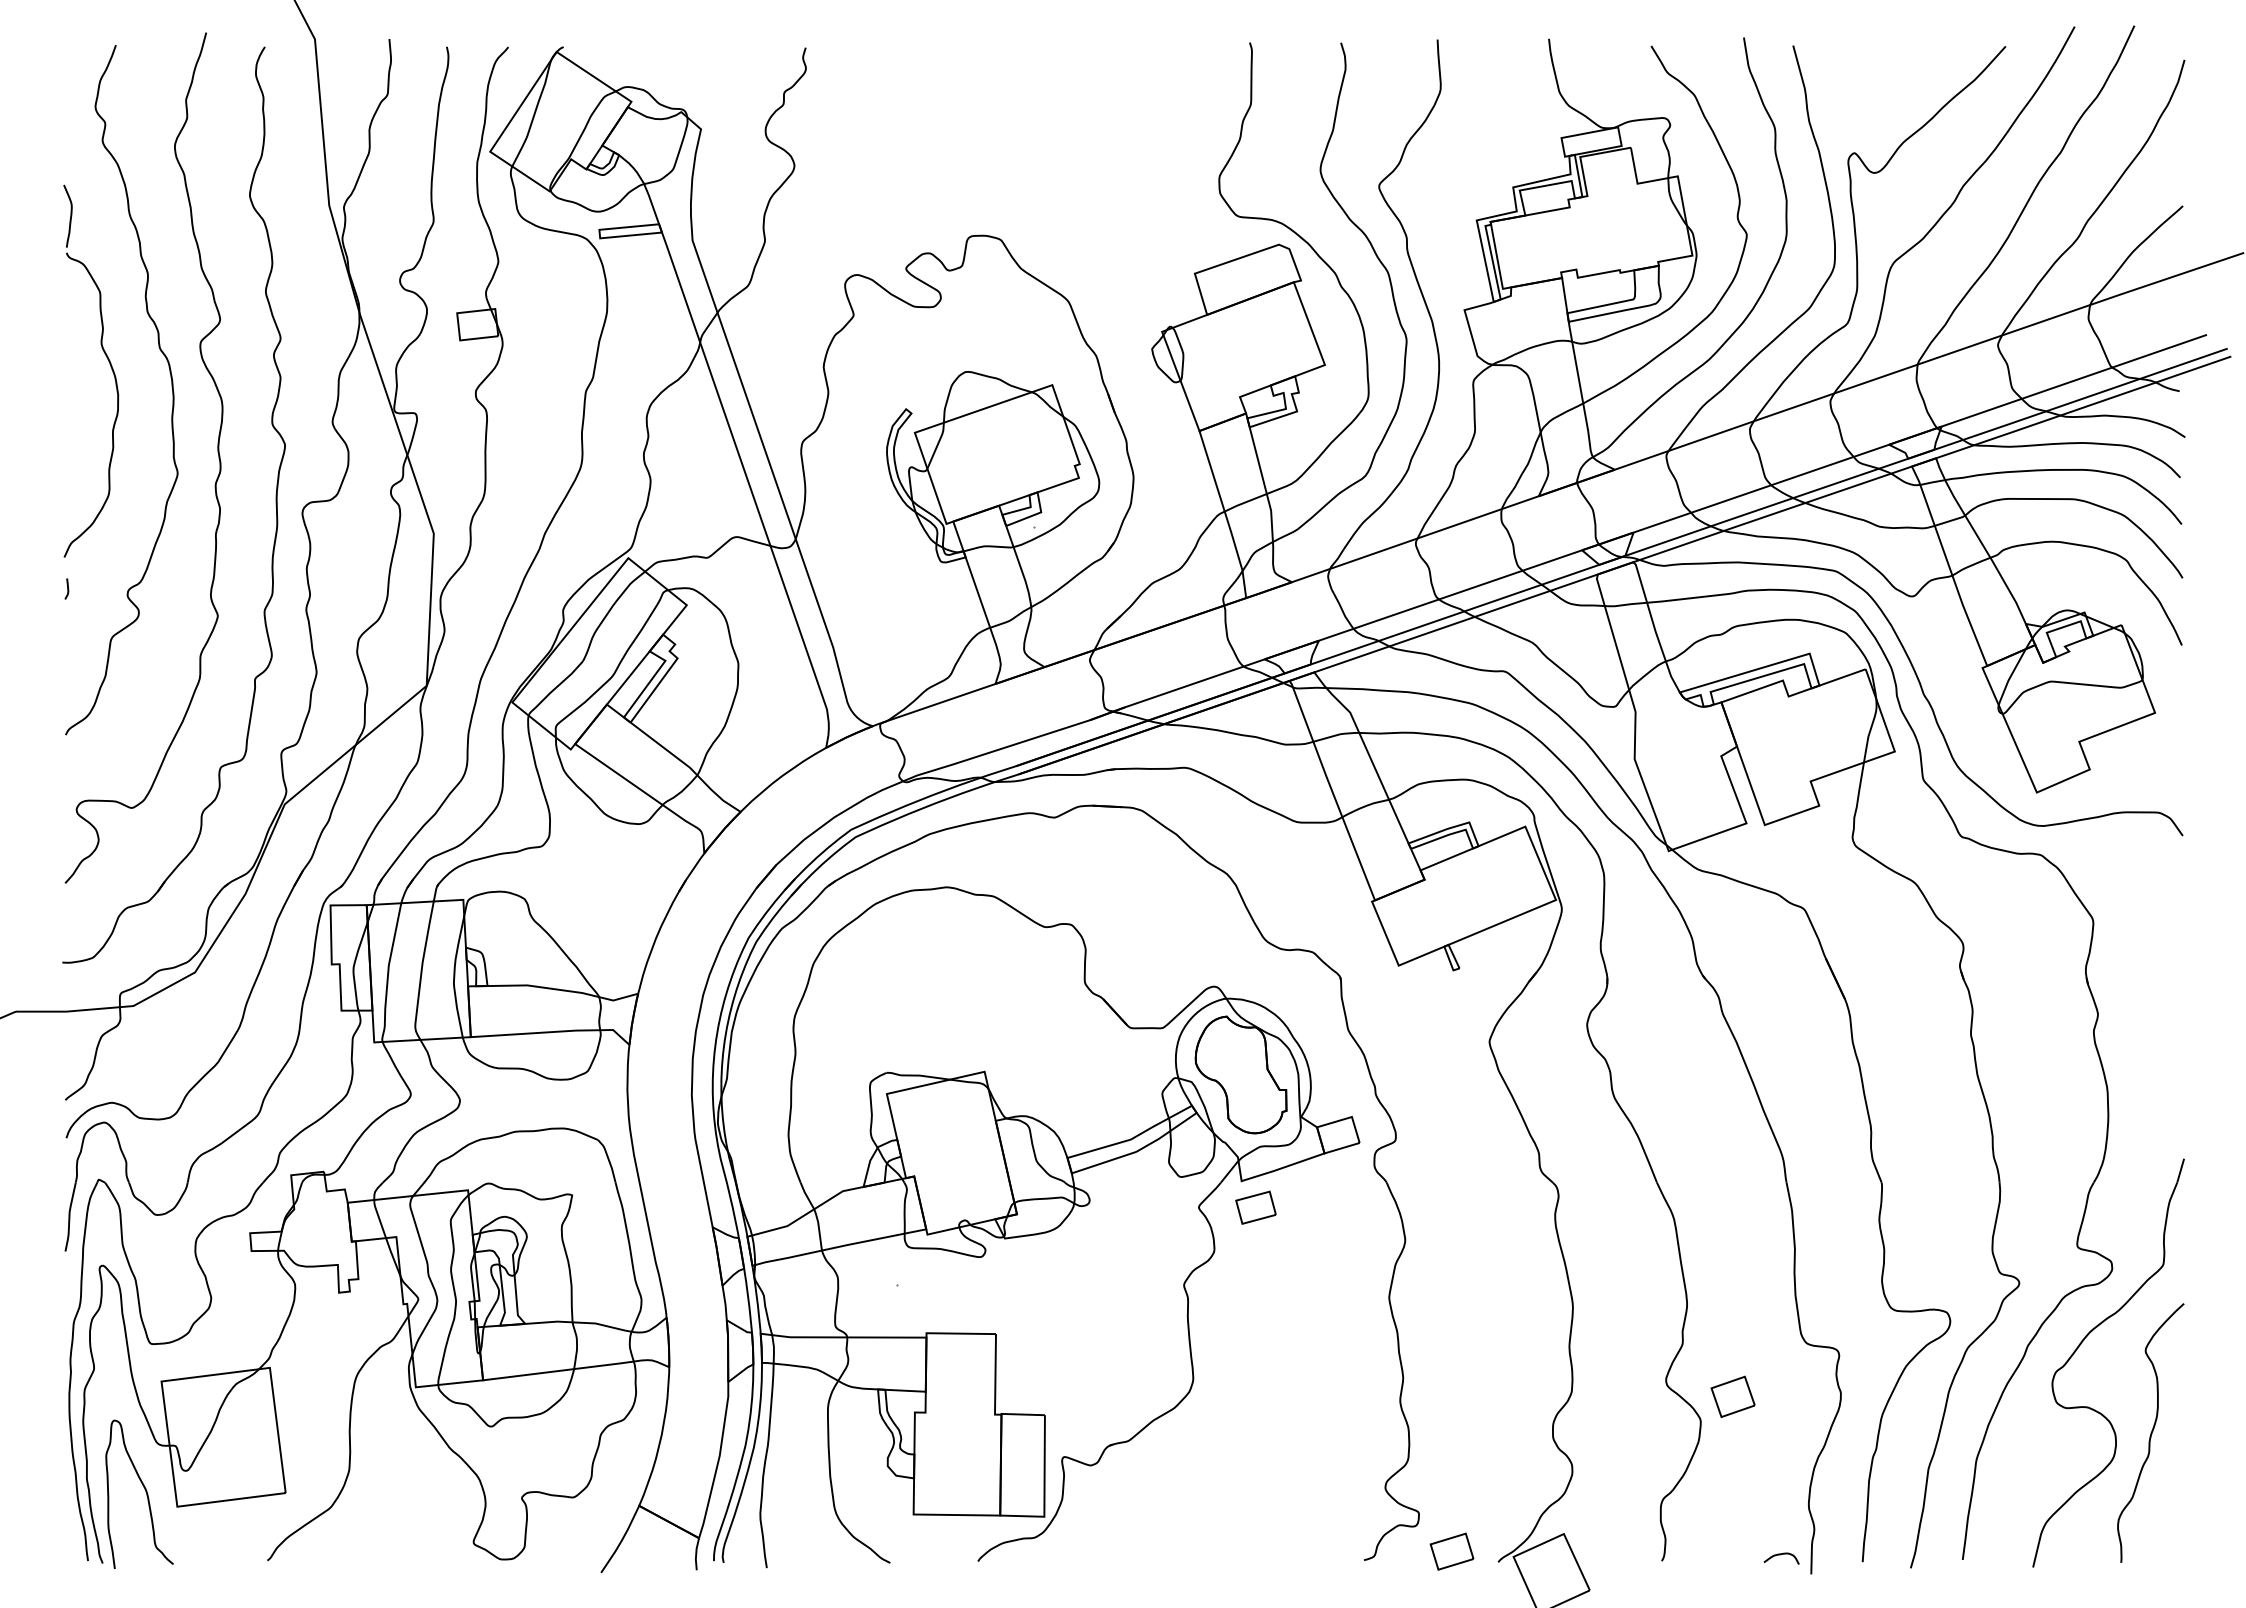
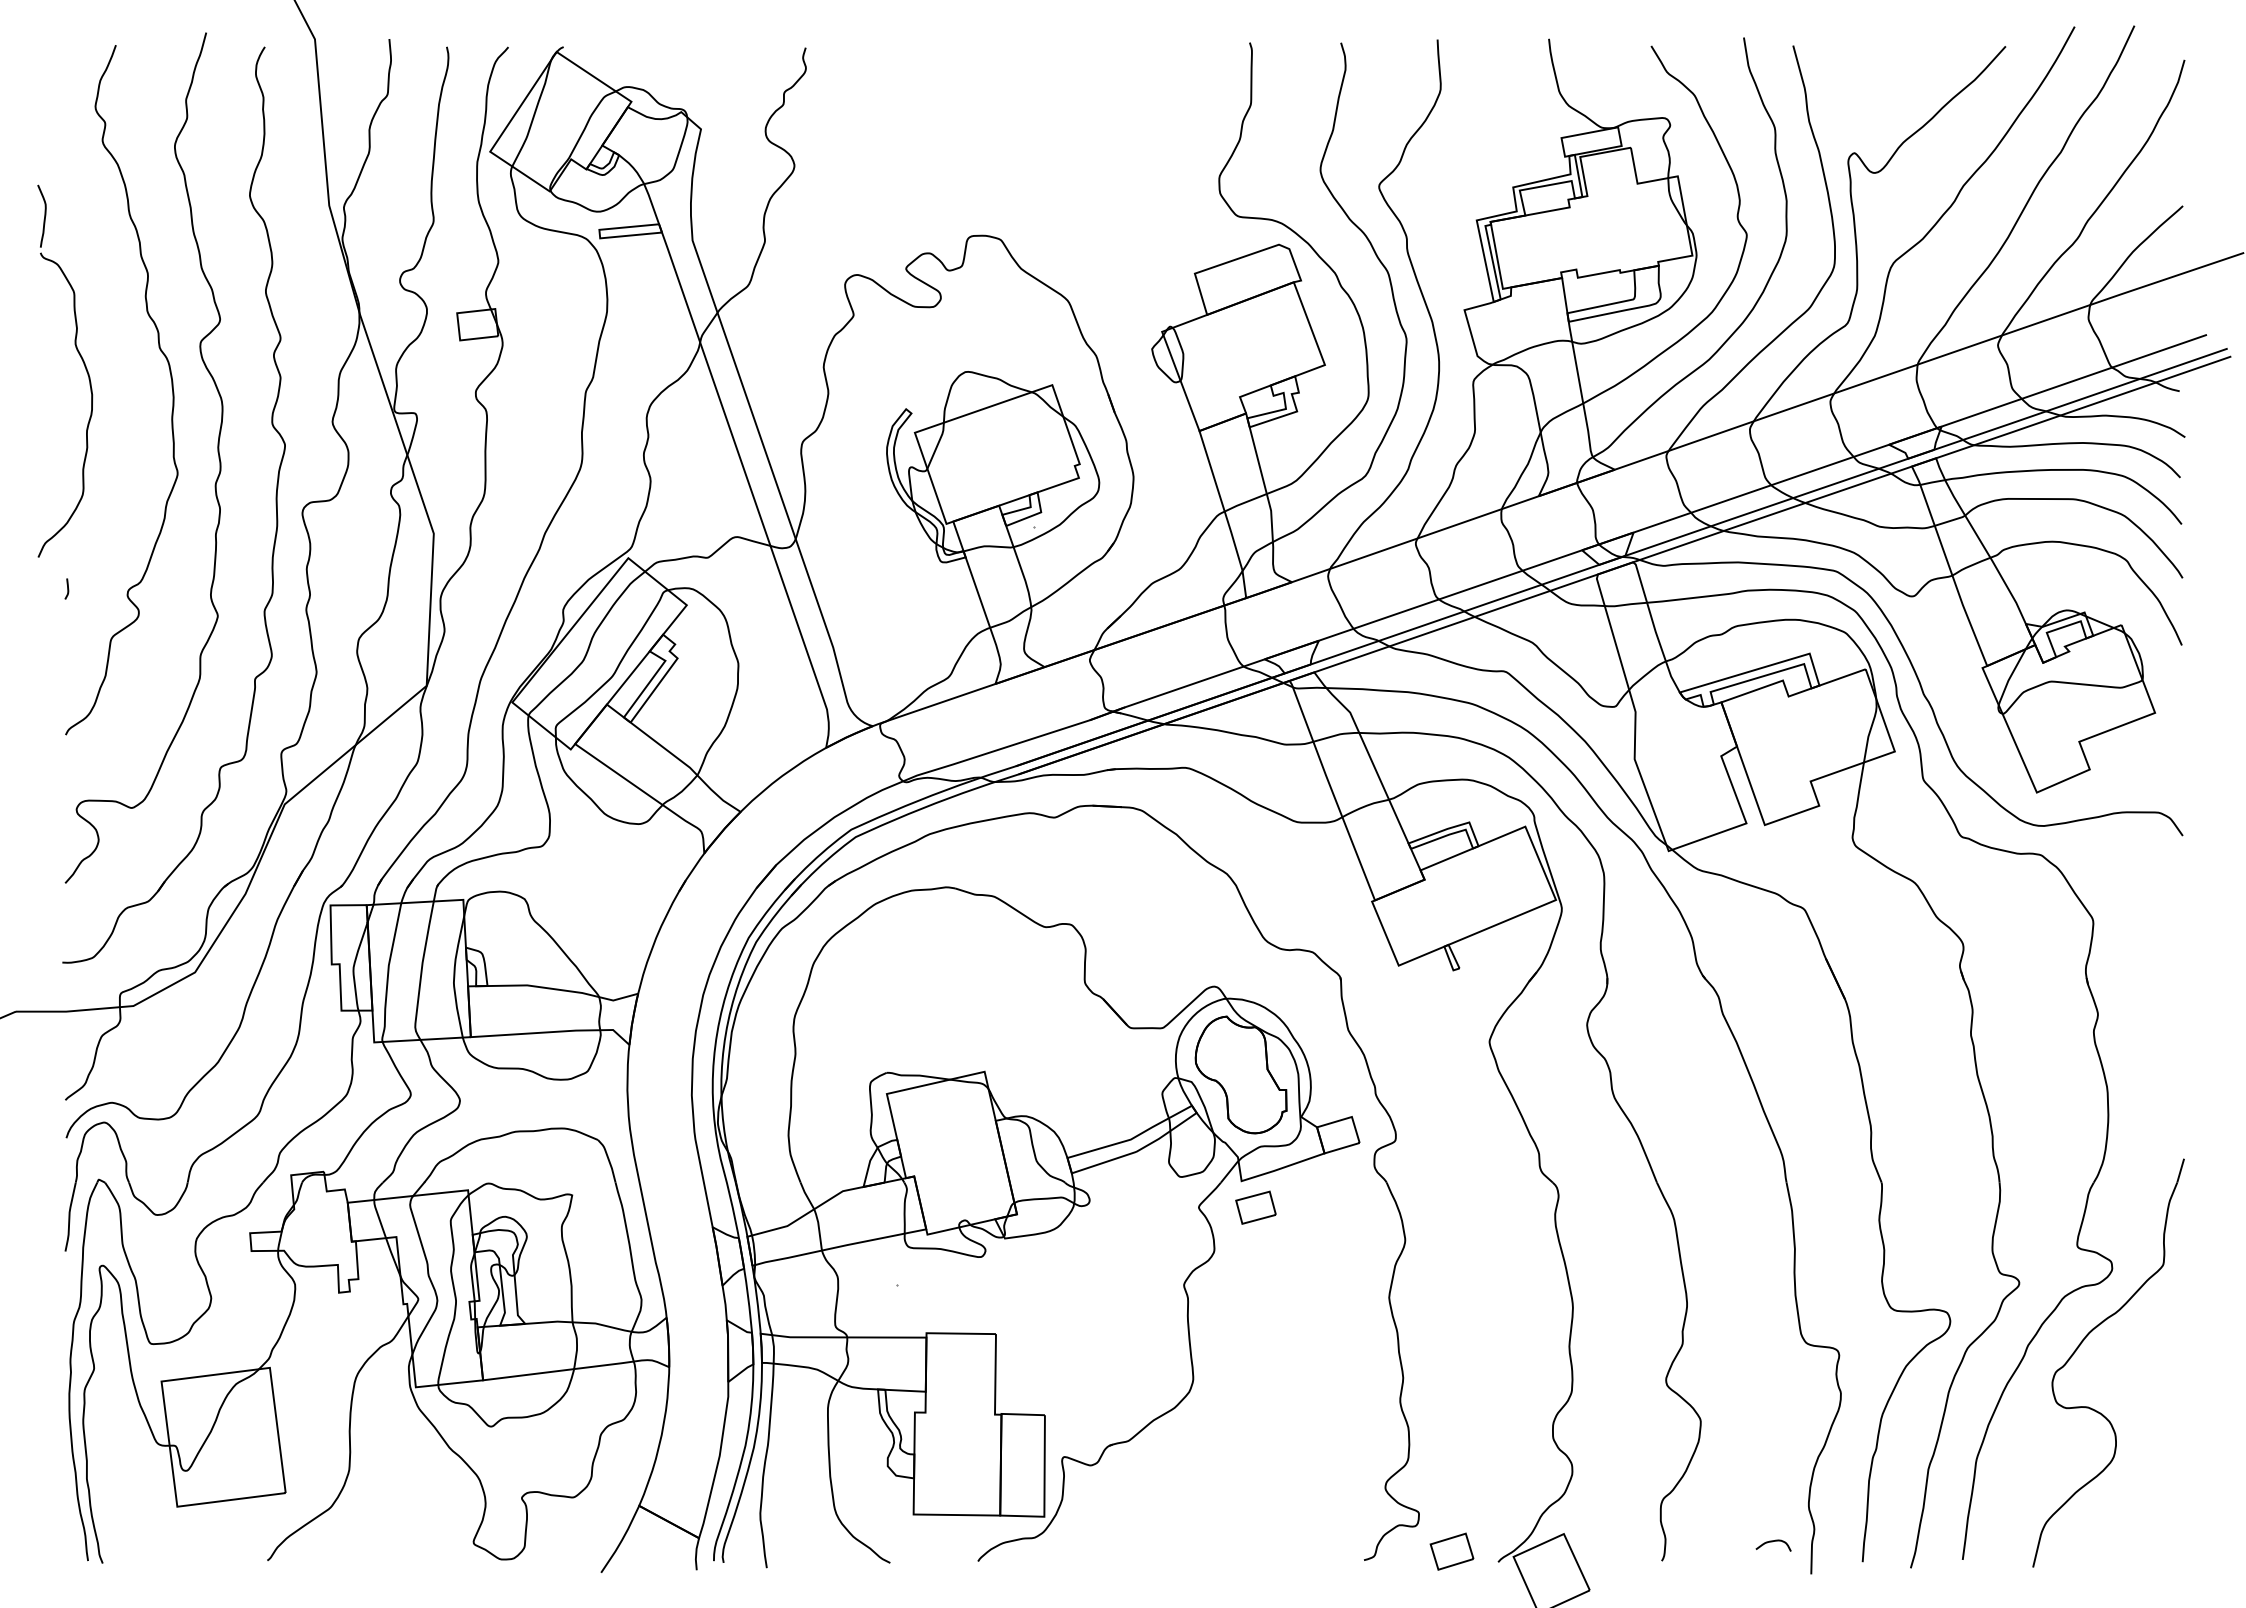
part at (109, 364) position: (109, 364) -> (83, 364)
part at (1732, 1396): present -> none
curve at (2150, 1432): present -> none
curve at (145, 1492): present -> none
curve at (1780, 1555) position: (1780, 1555) -> (1772, 1542)
